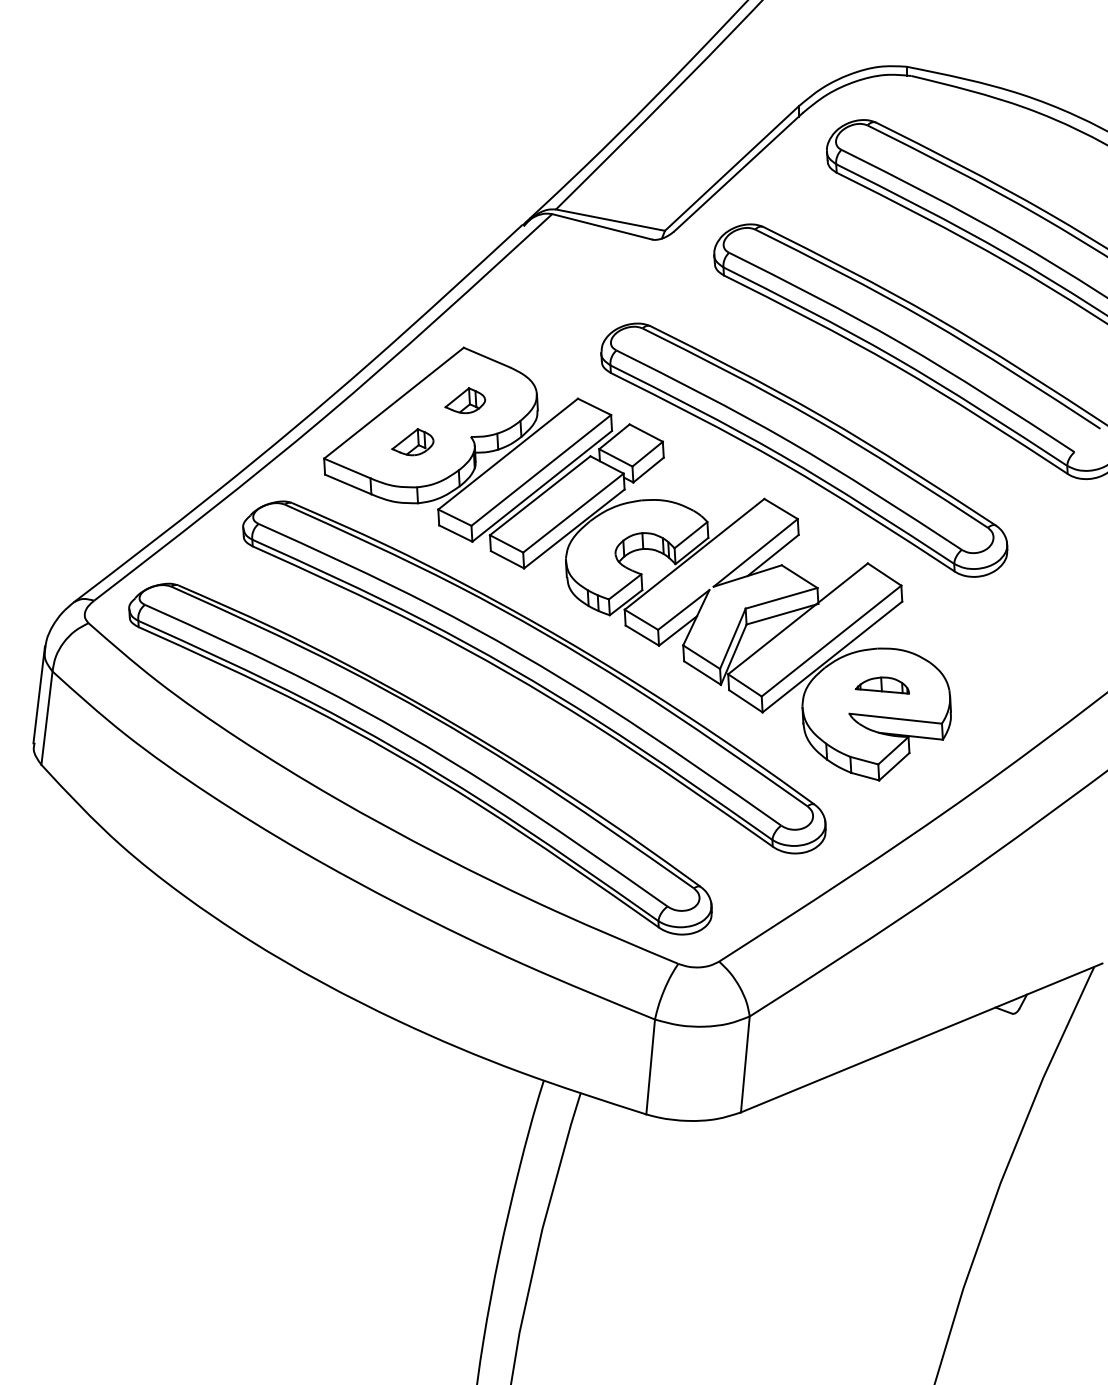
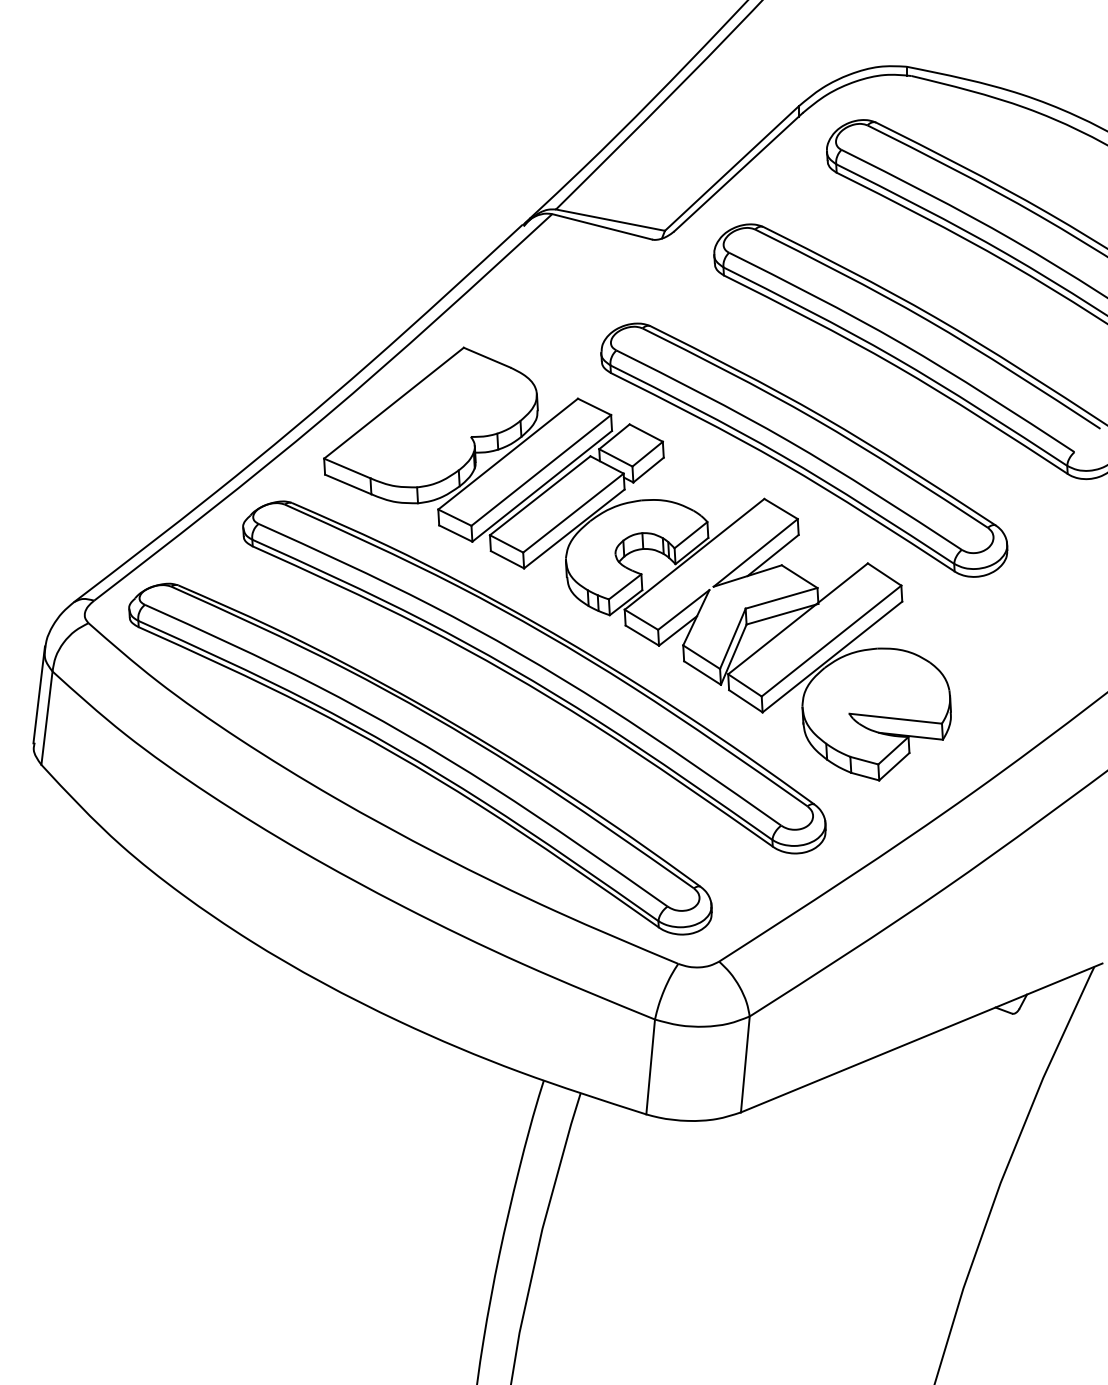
part at (465, 400): present -> none
part at (412, 442): present -> none
part at (881, 685): present -> none
